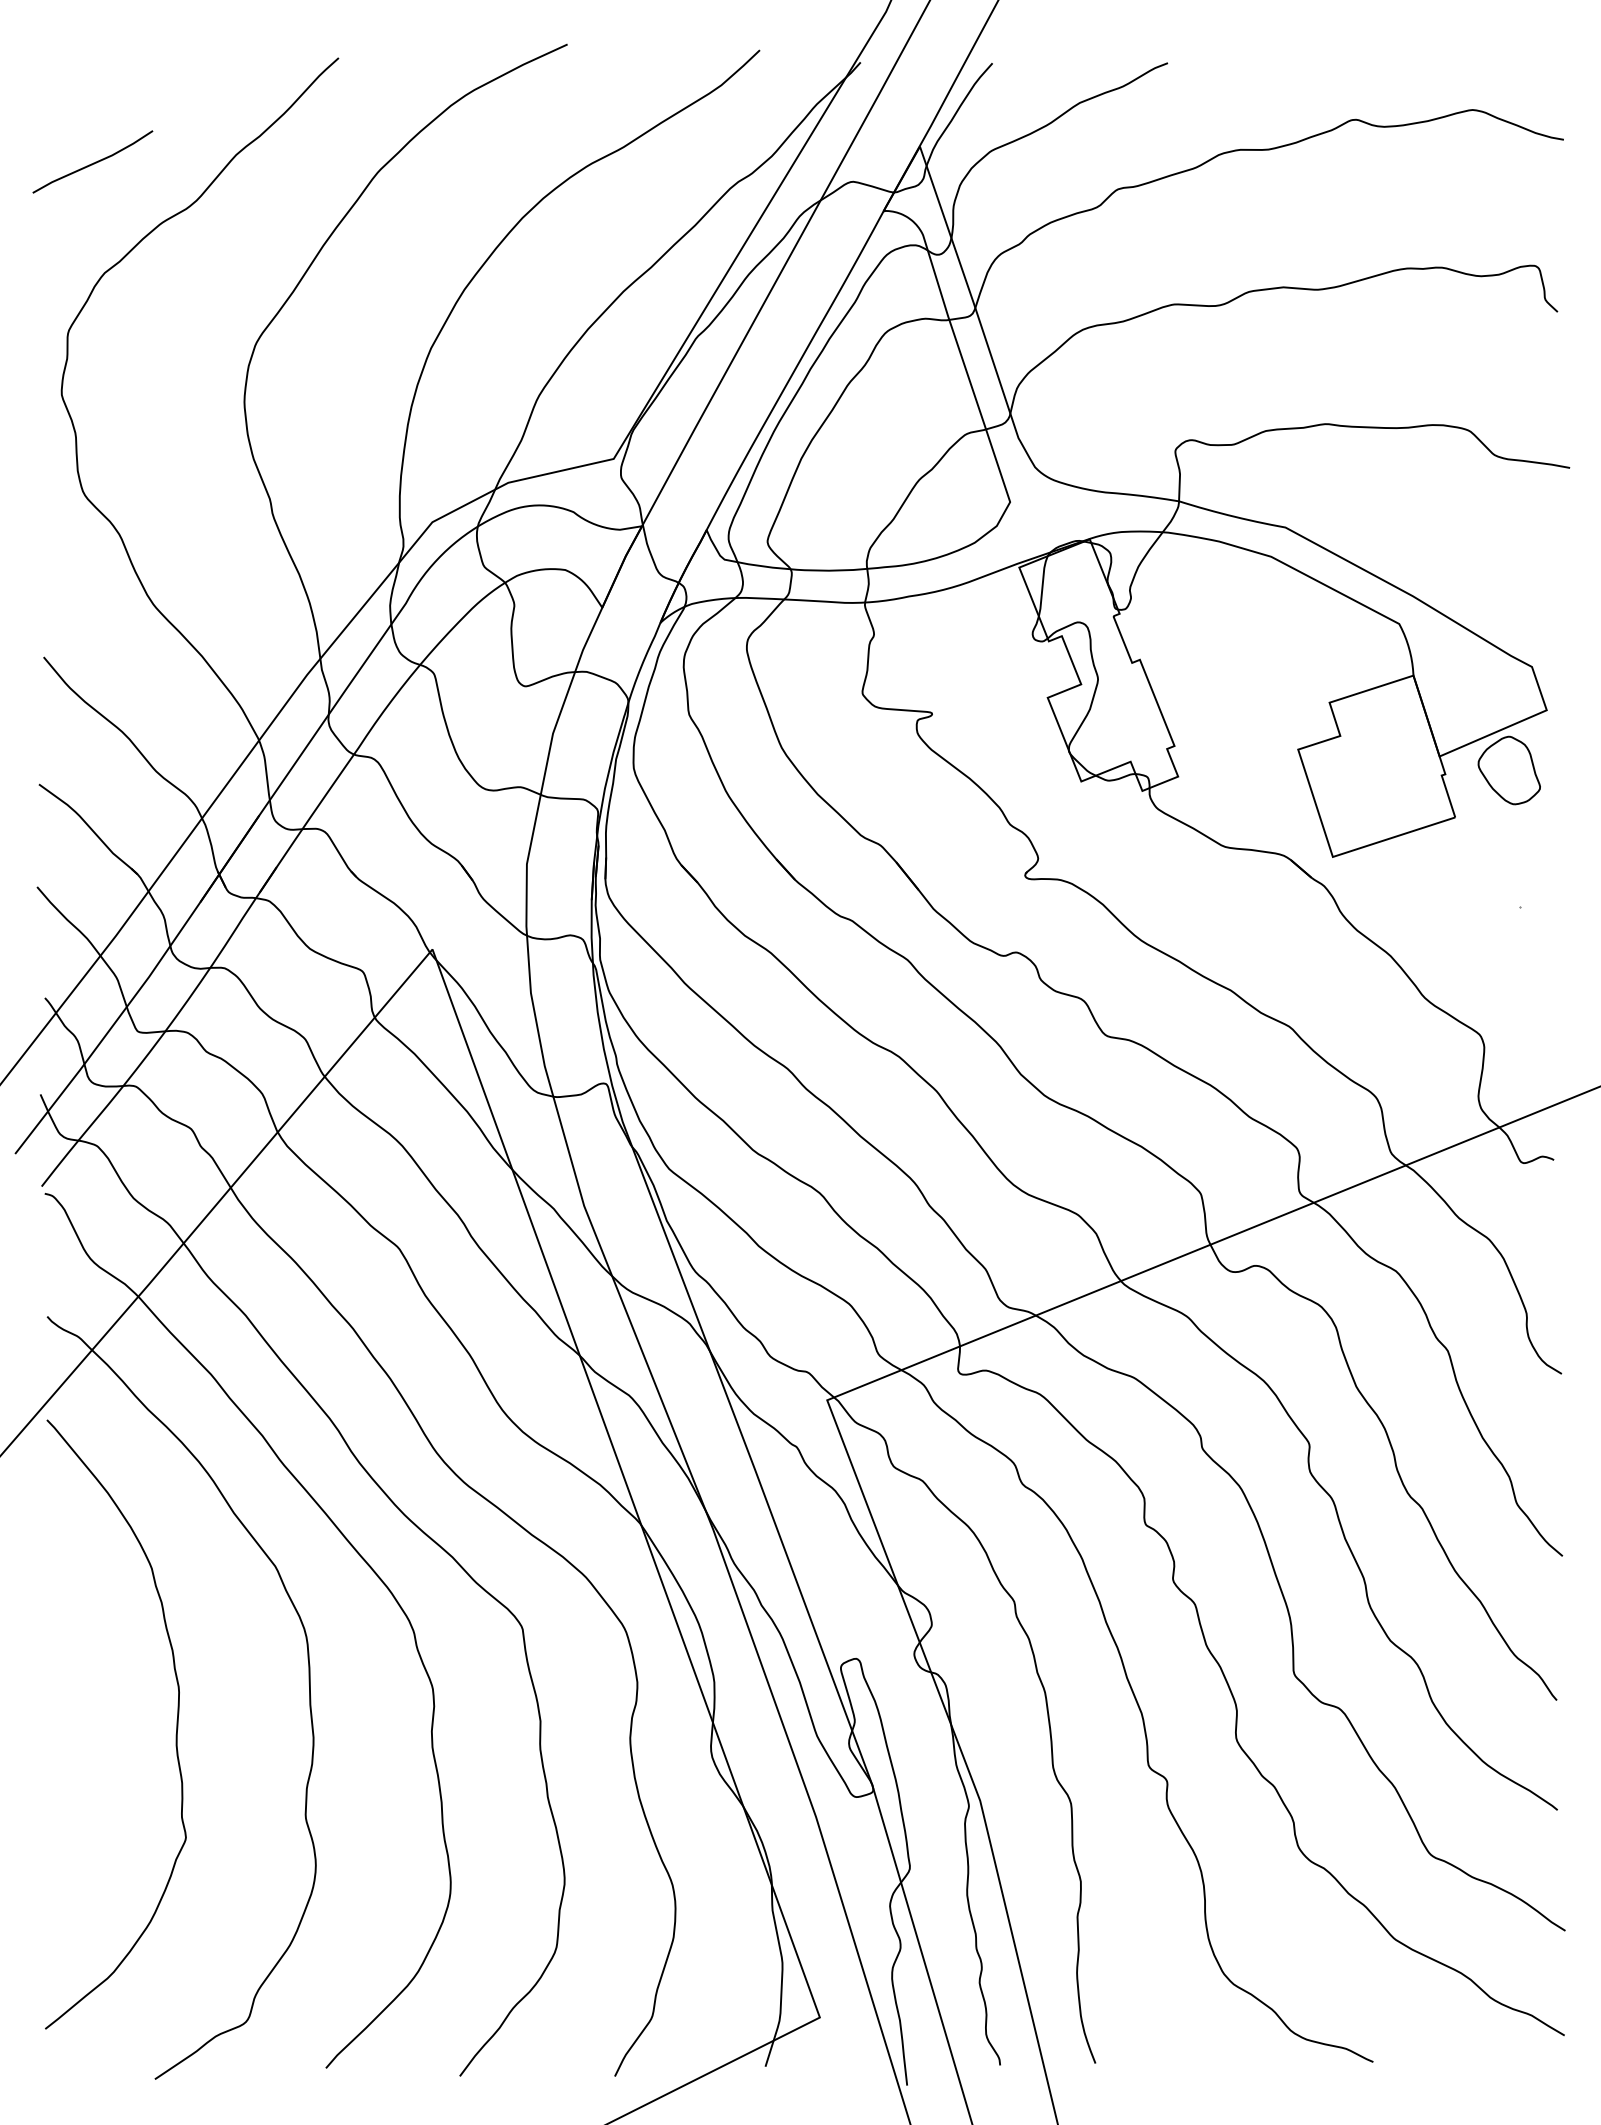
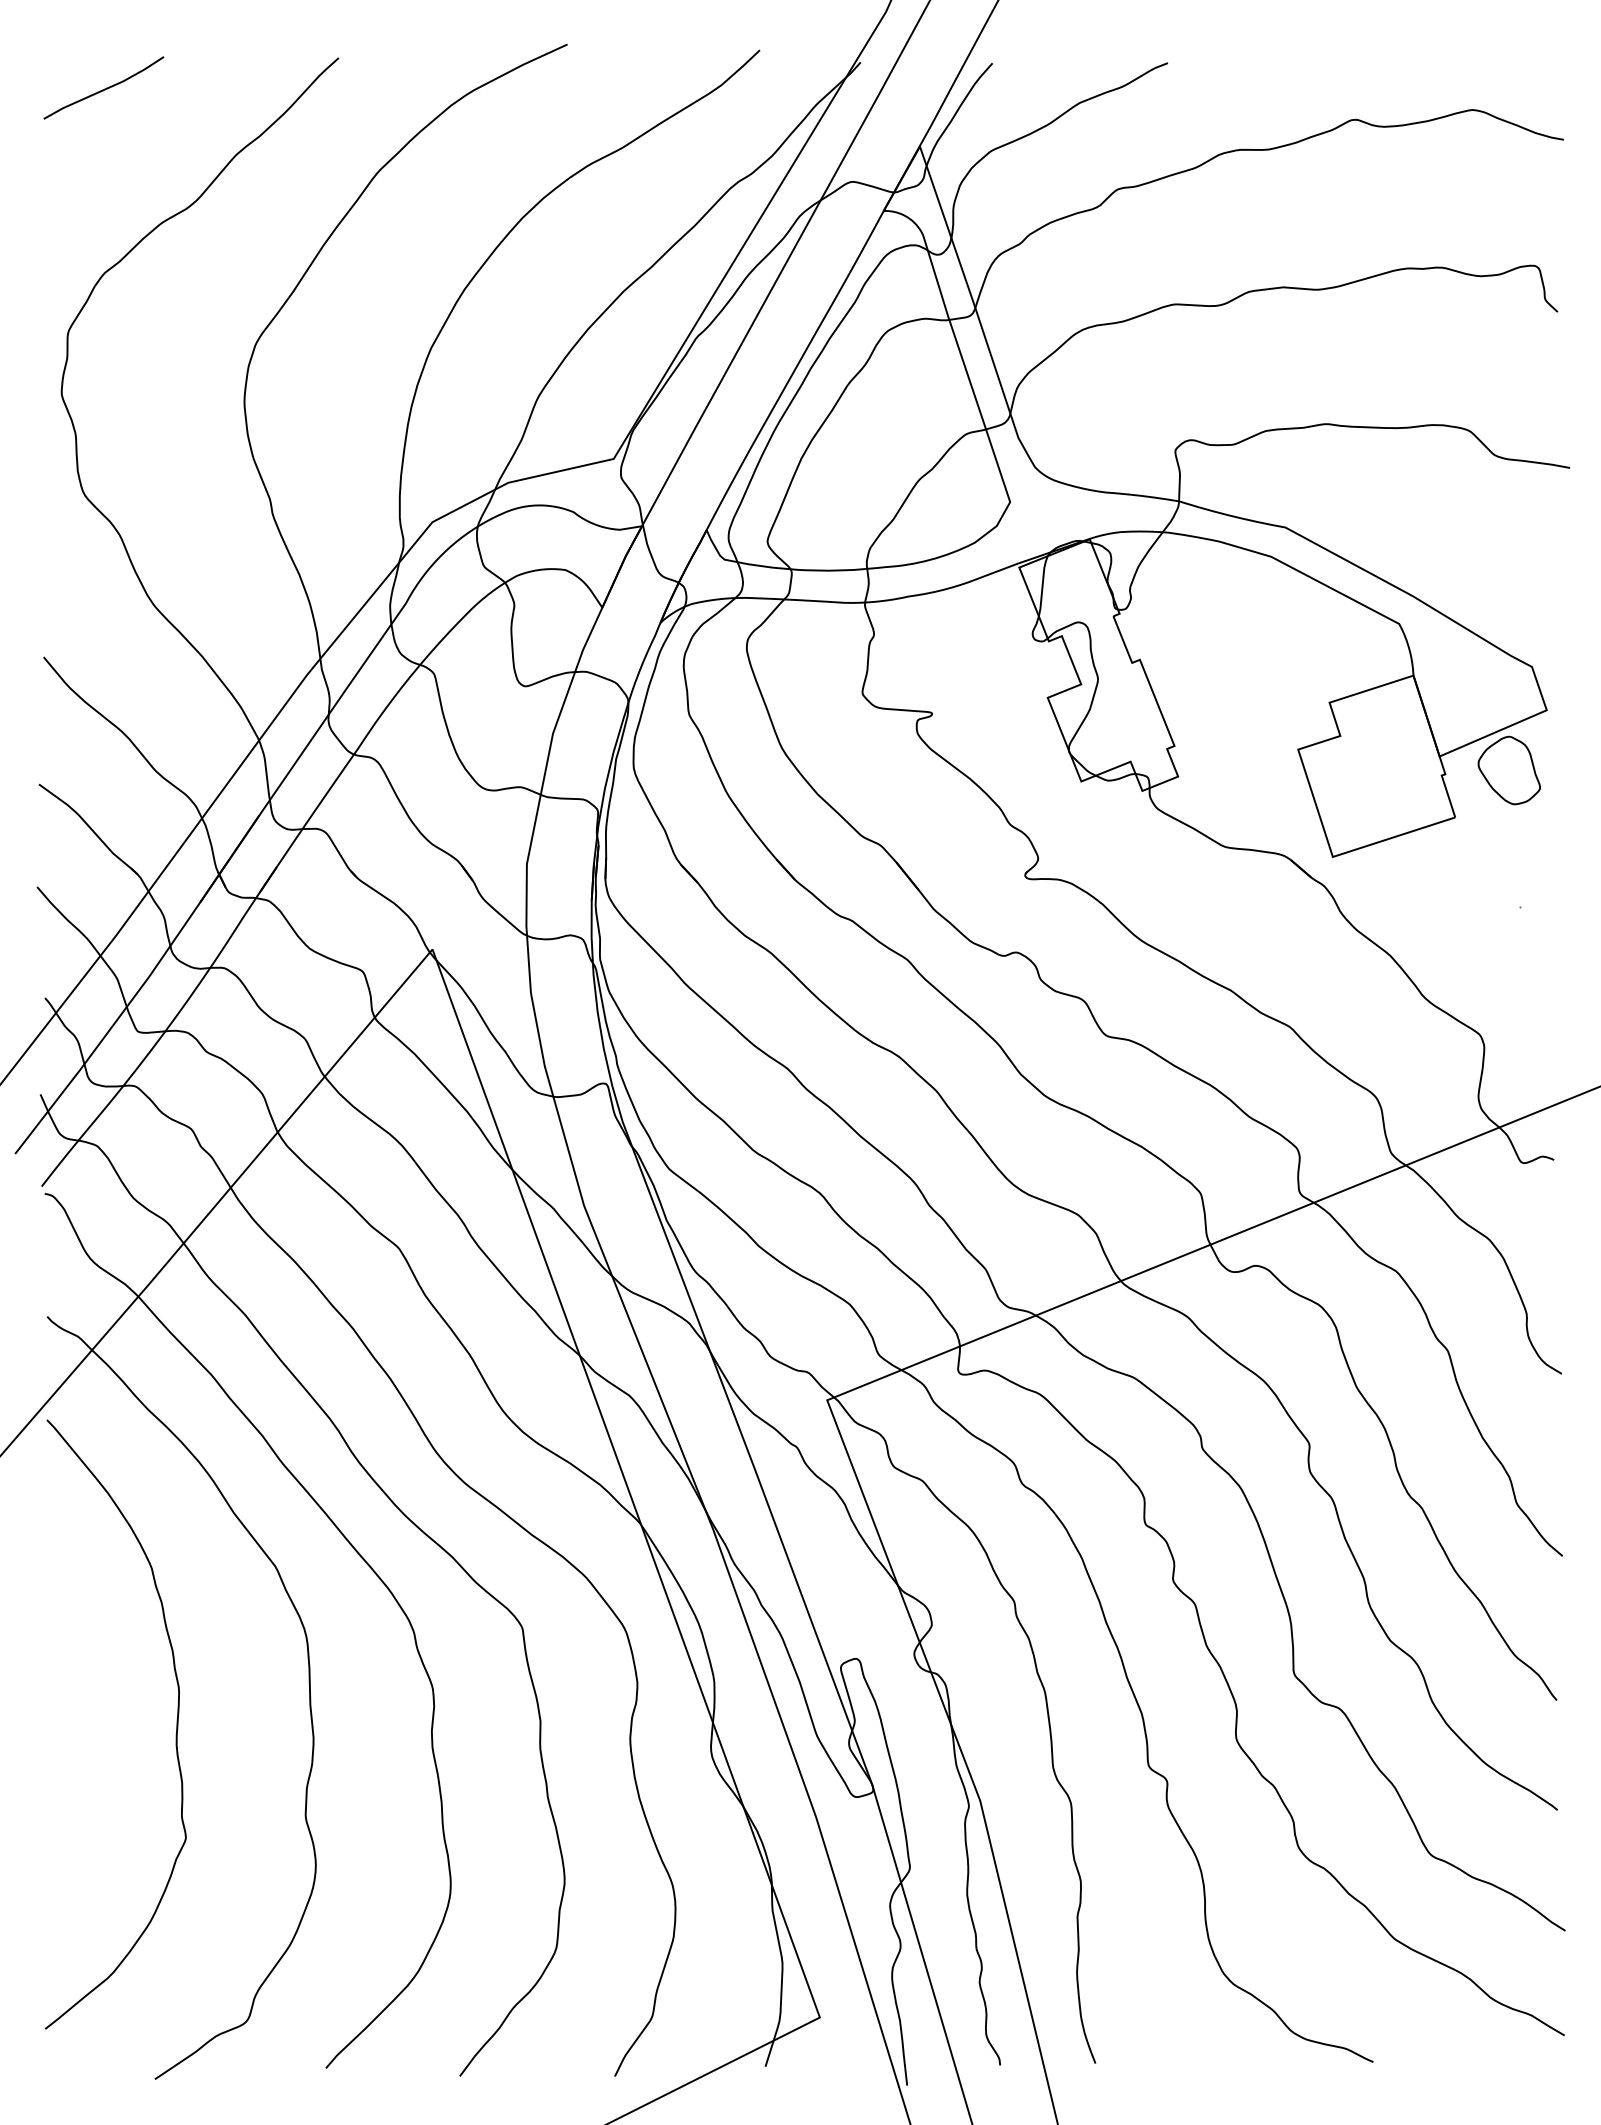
line at (93, 162) position: (93, 162) -> (104, 88)
